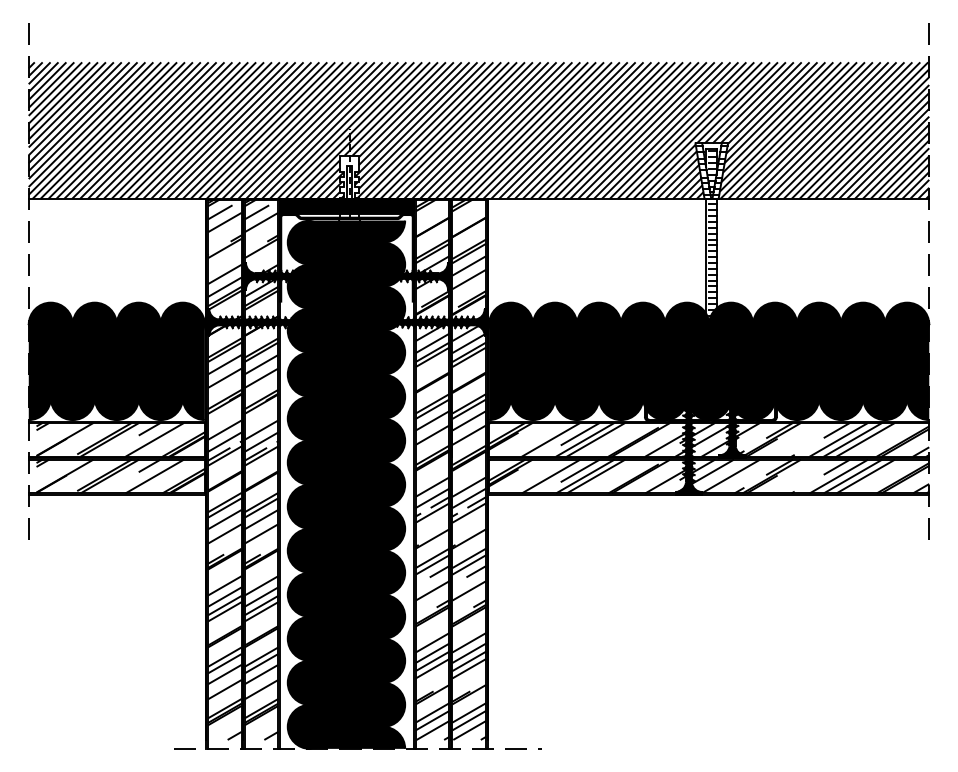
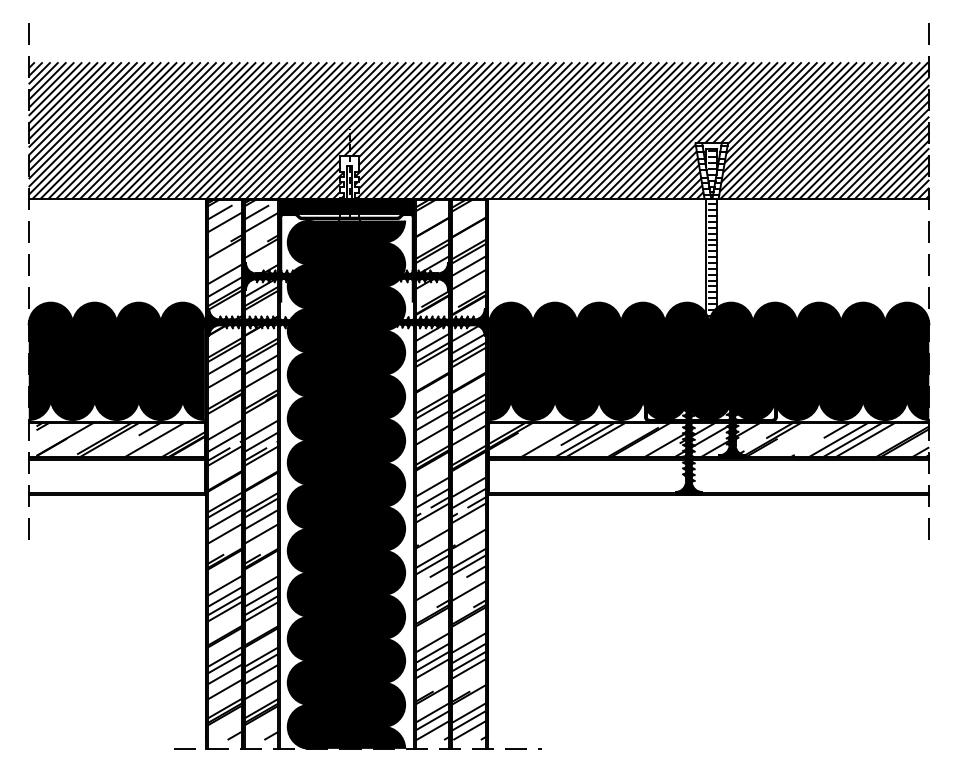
hatch at (121, 476): present -> none
hatch at (708, 476): present -> none
